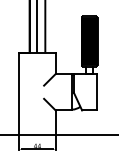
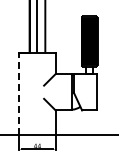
line at (19, 93): solid -> dashed
